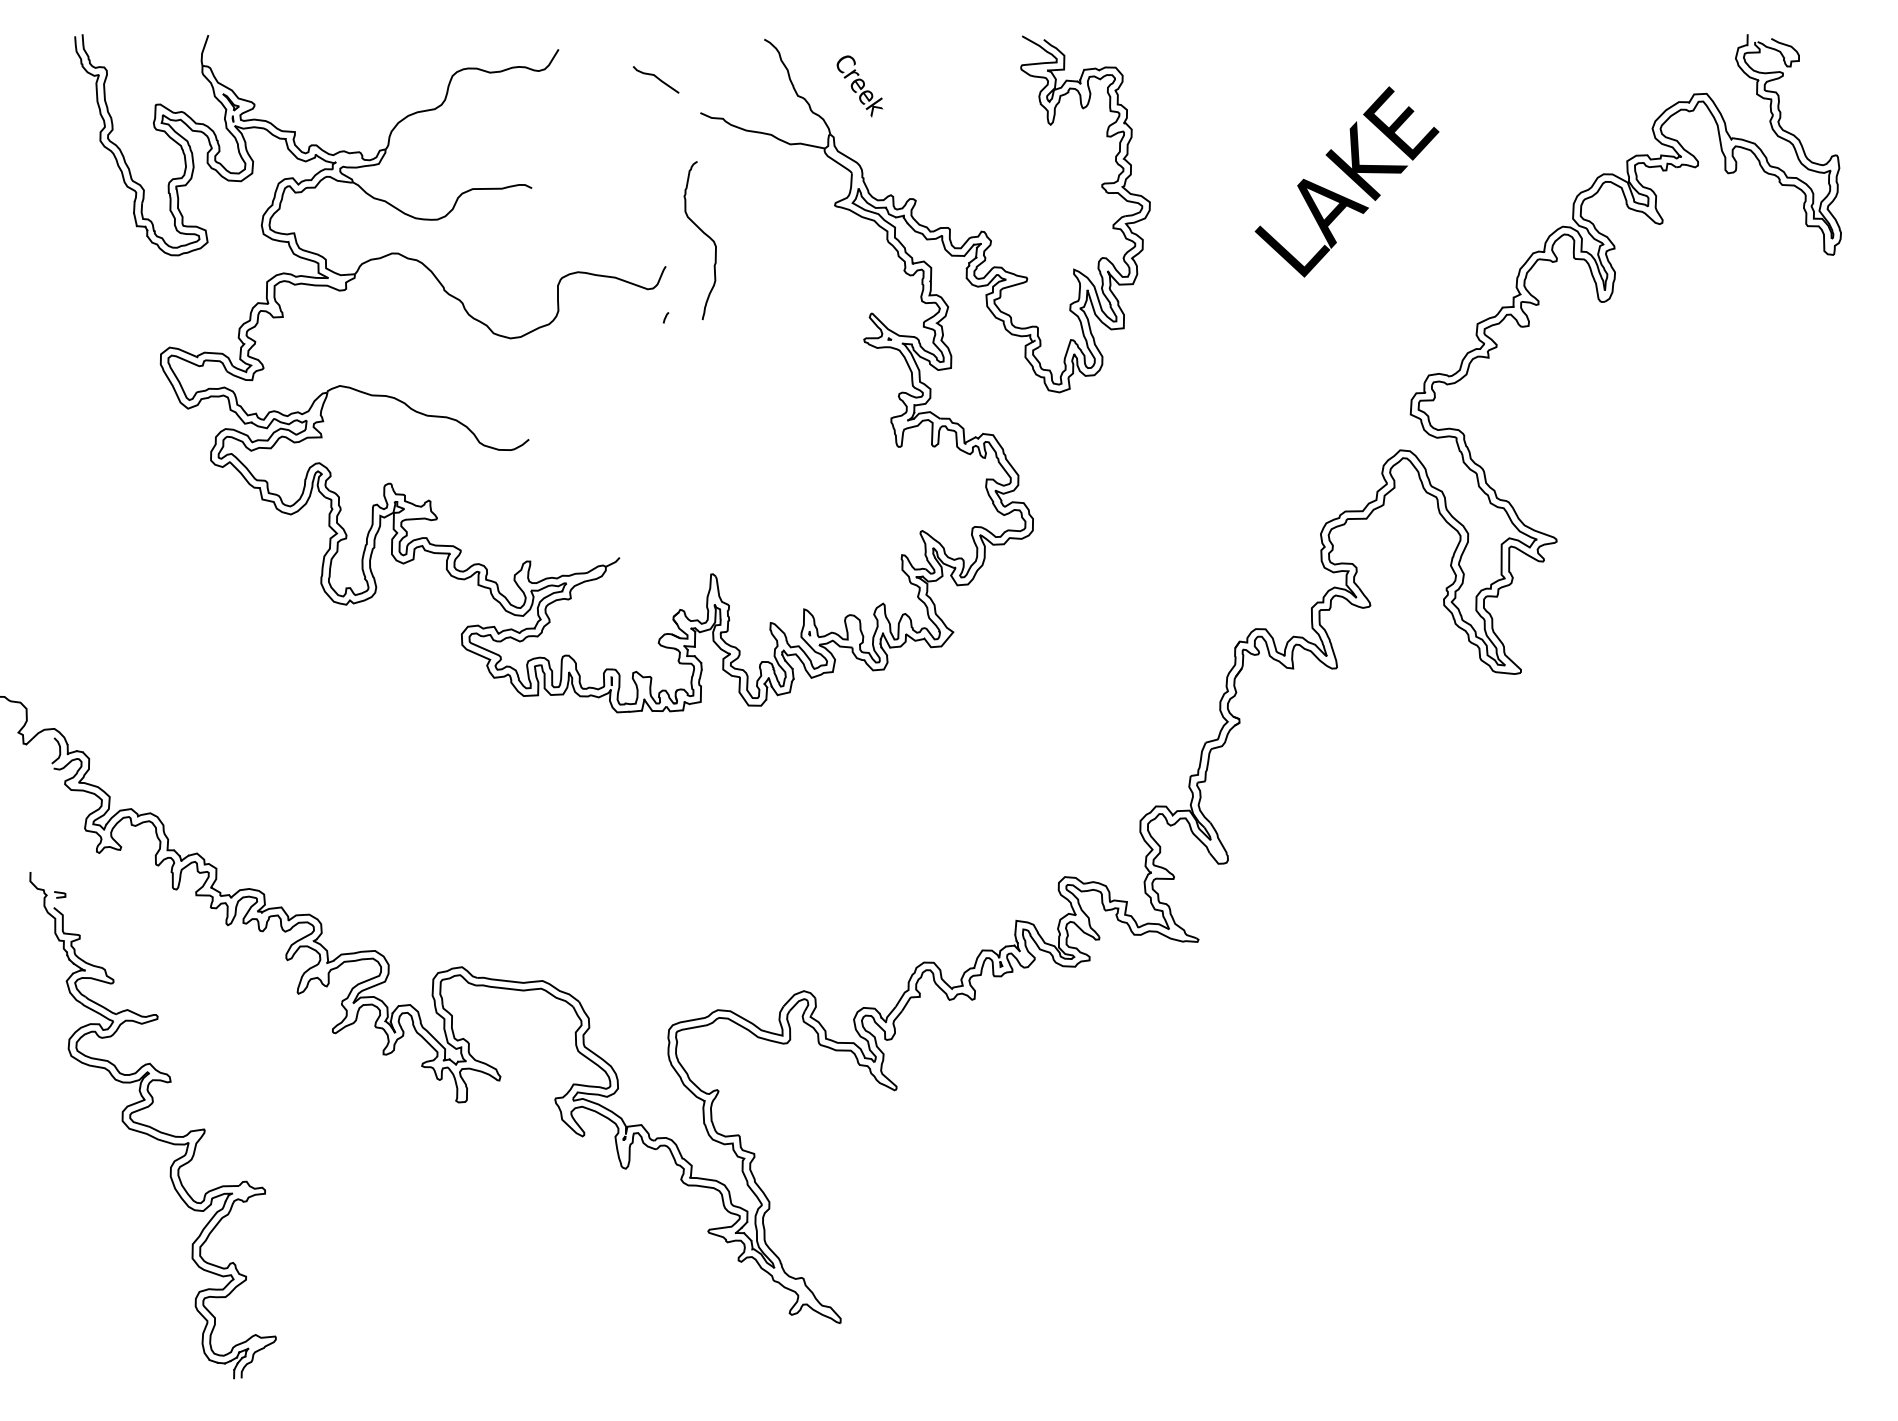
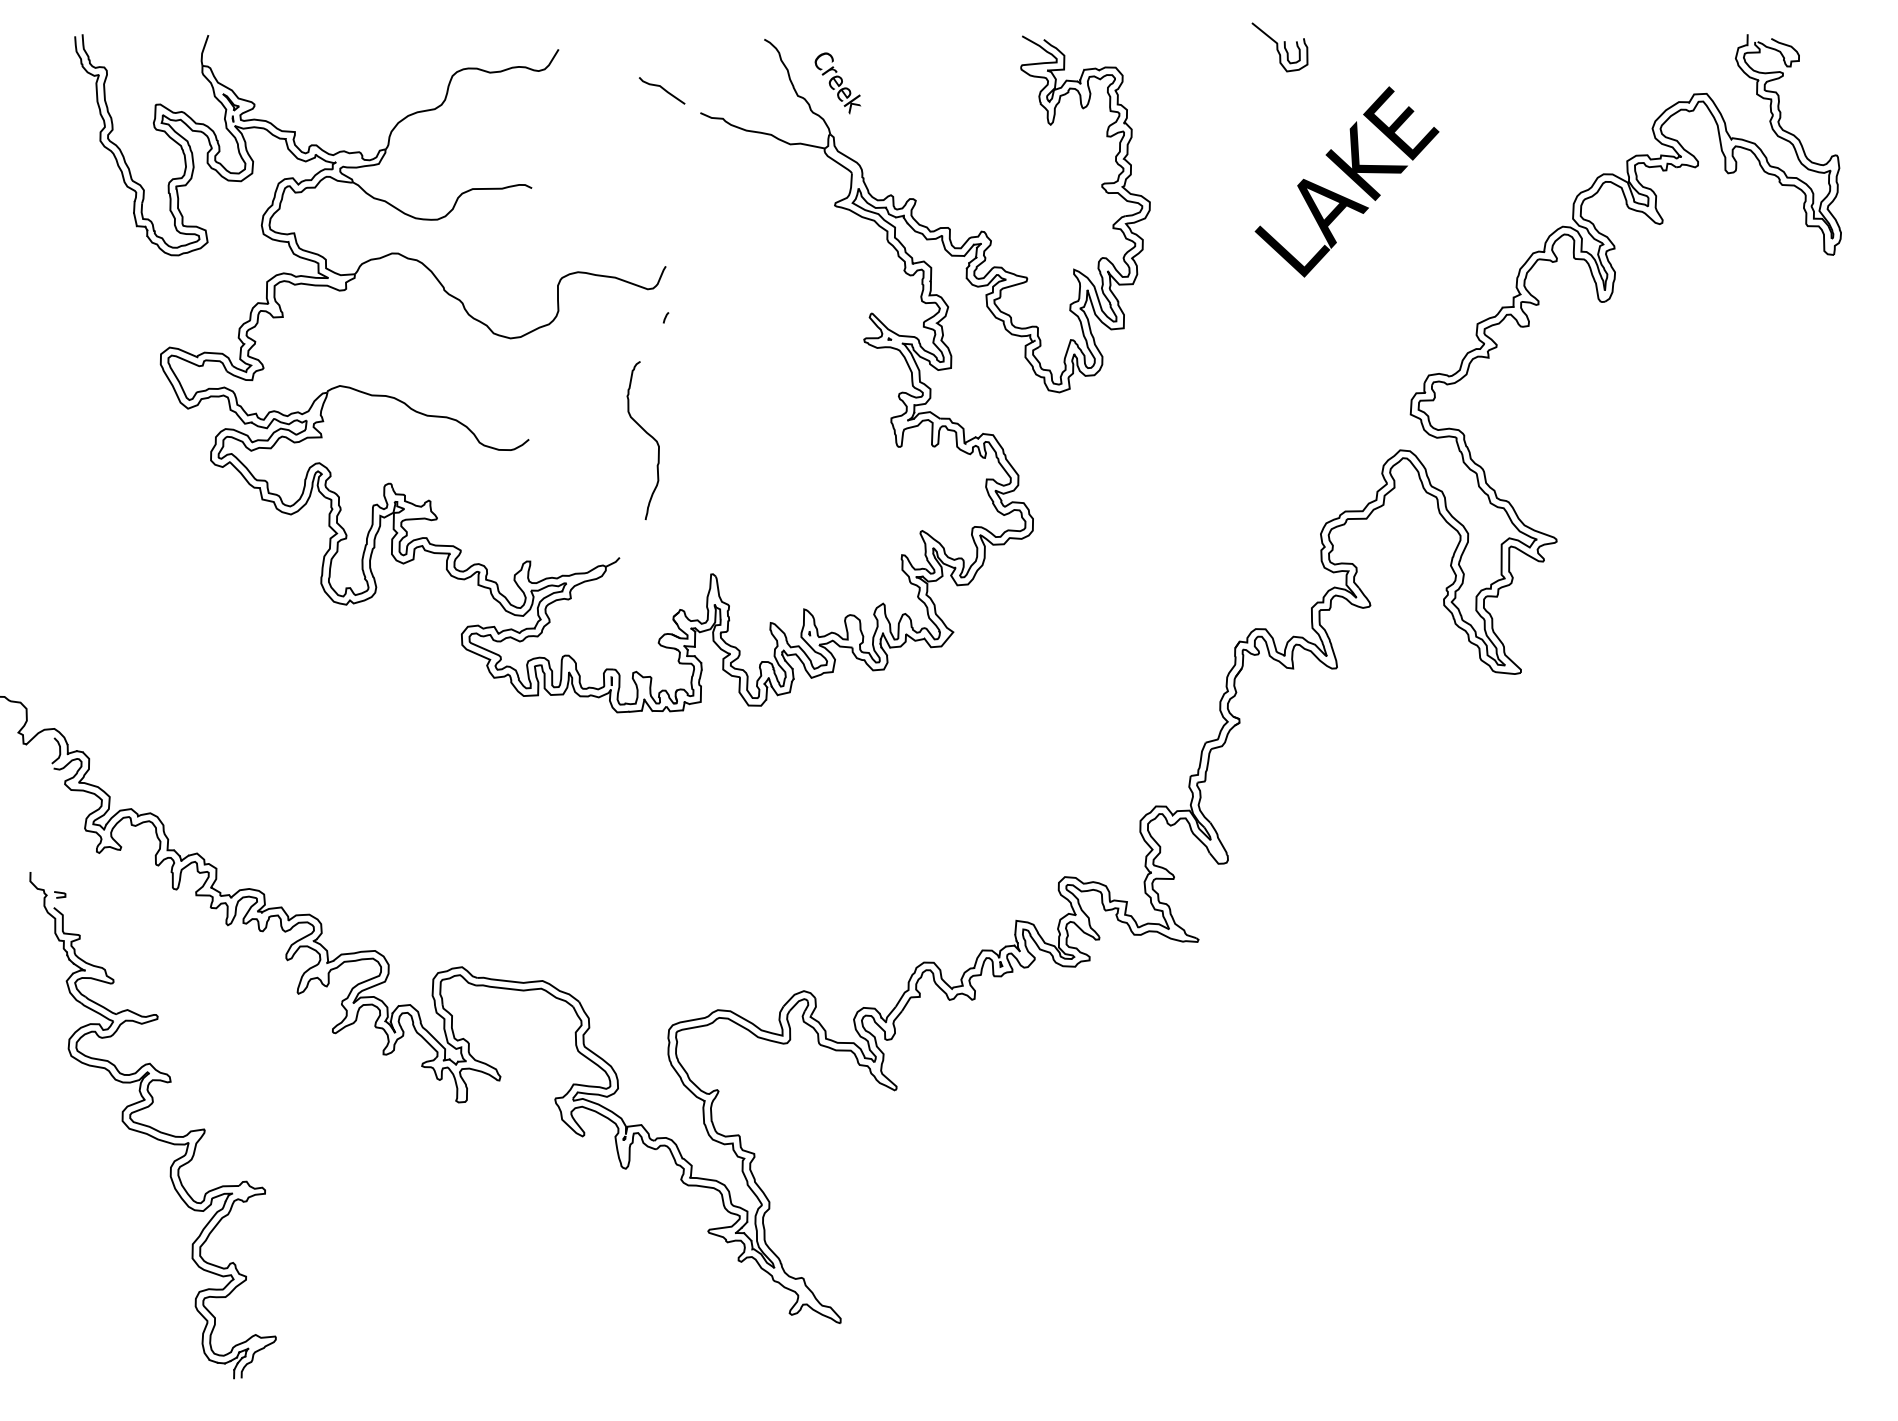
part at (1279, 47): none -> present
curve at (656, 78) position: (656, 78) -> (662, 89)
text at (859, 86) position: (859, 86) -> (837, 83)
curve at (704, 234) position: (704, 234) -> (647, 434)
